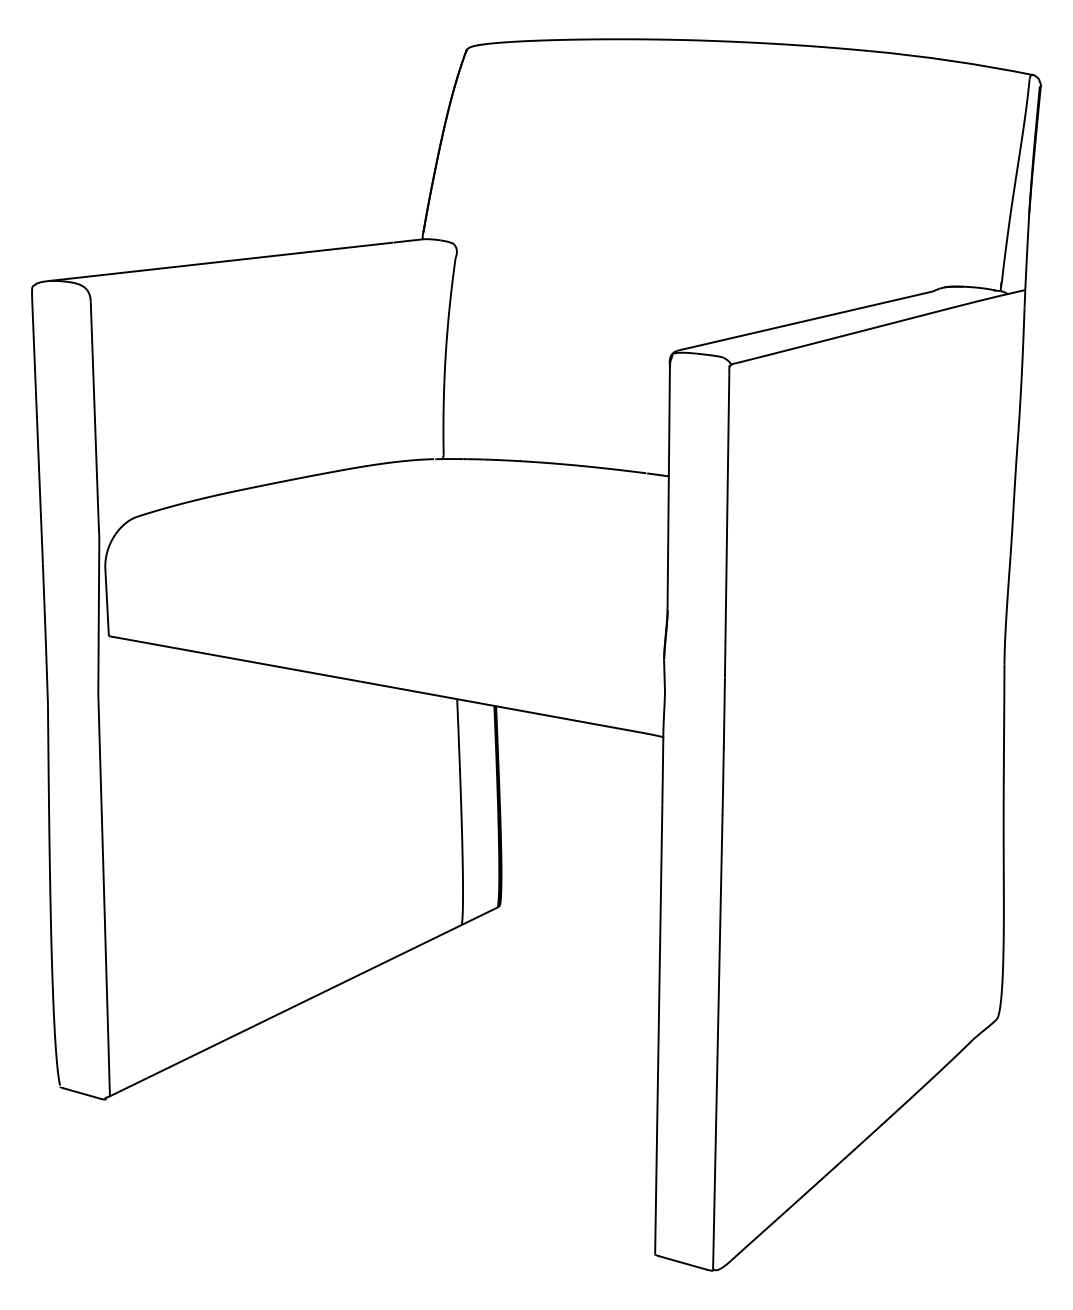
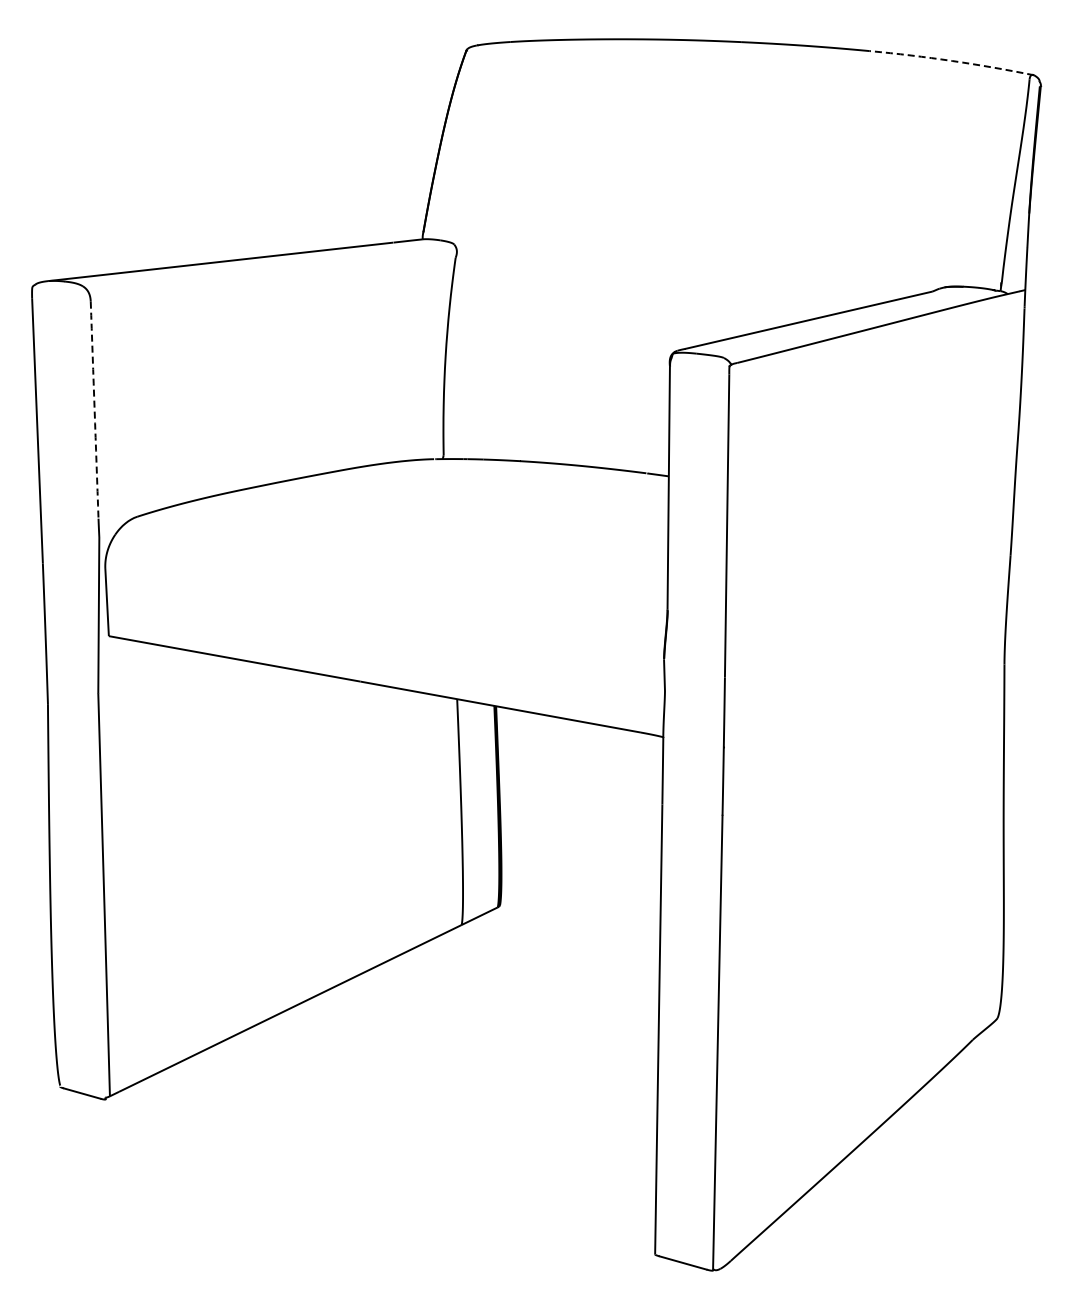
arc at (952, 60): solid -> dashed
arc at (94, 410): solid -> dashed
